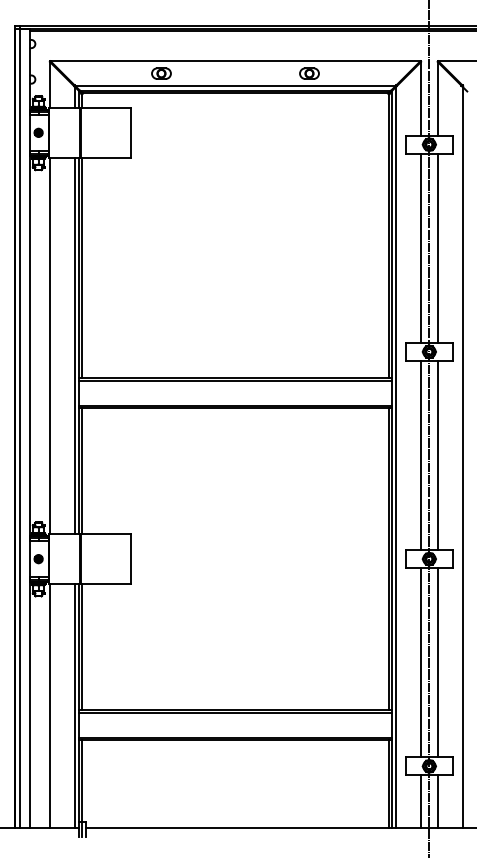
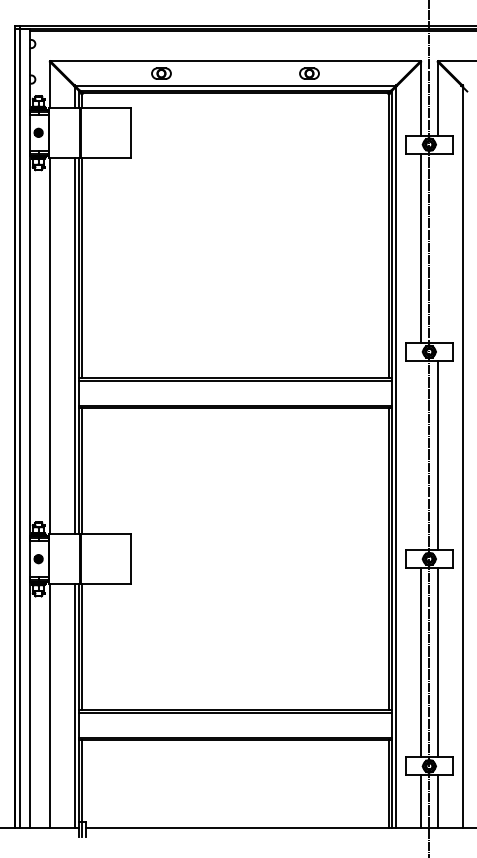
line at (437, 248): present -> none
line at (421, 455): present -> none
